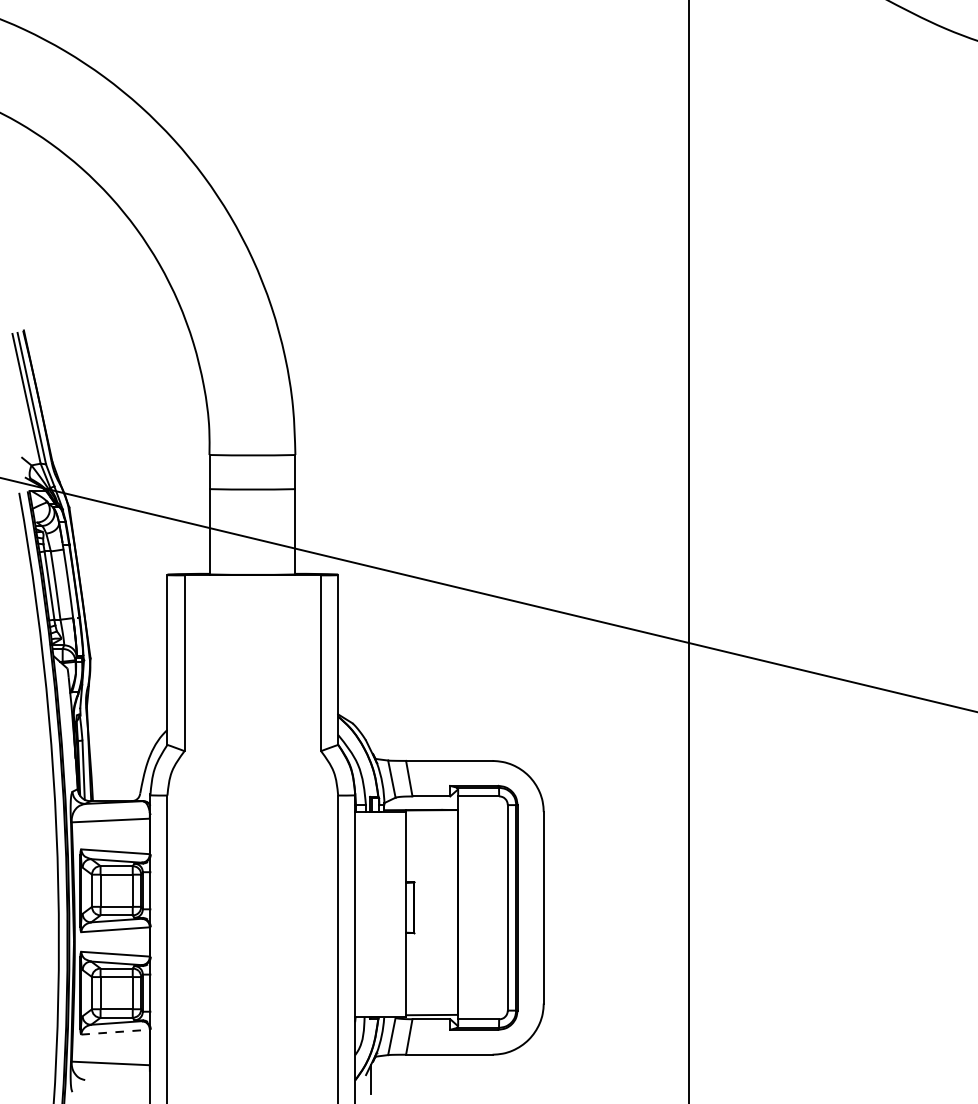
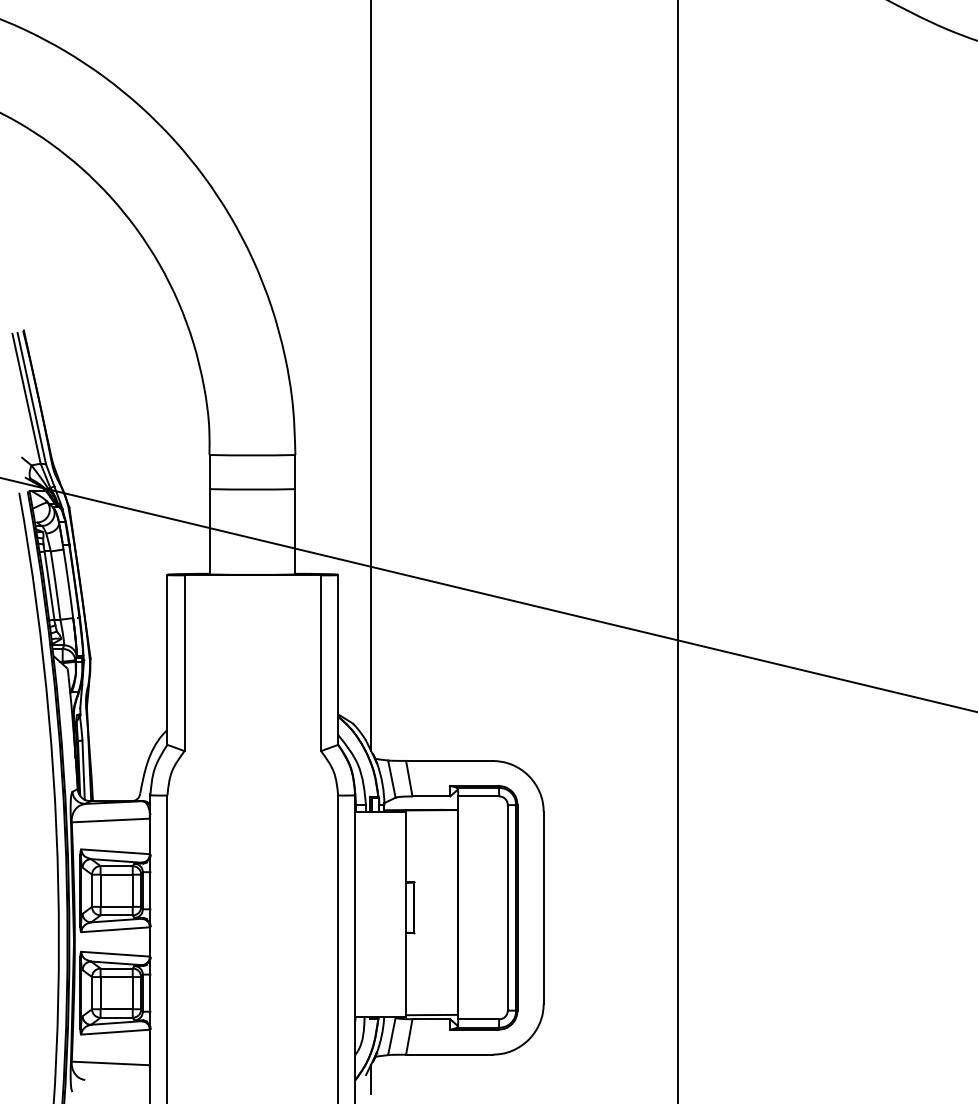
line at (371, 376): none -> present
line at (689, 551) position: (689, 551) -> (678, 551)
line at (116, 1032): dashed -> solid
